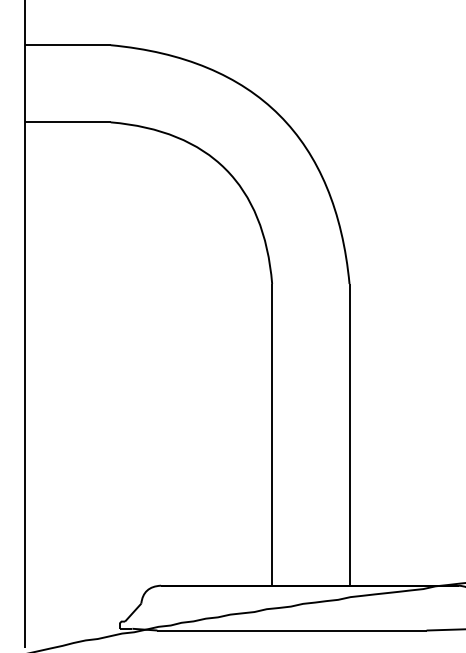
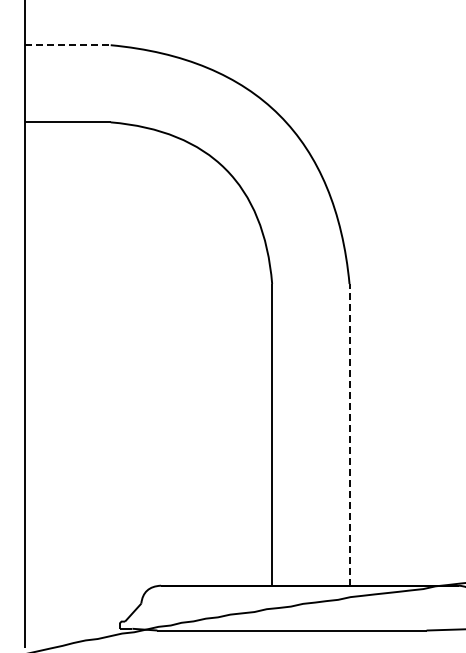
line at (68, 45): solid -> dashed
line at (349, 434): solid -> dashed
